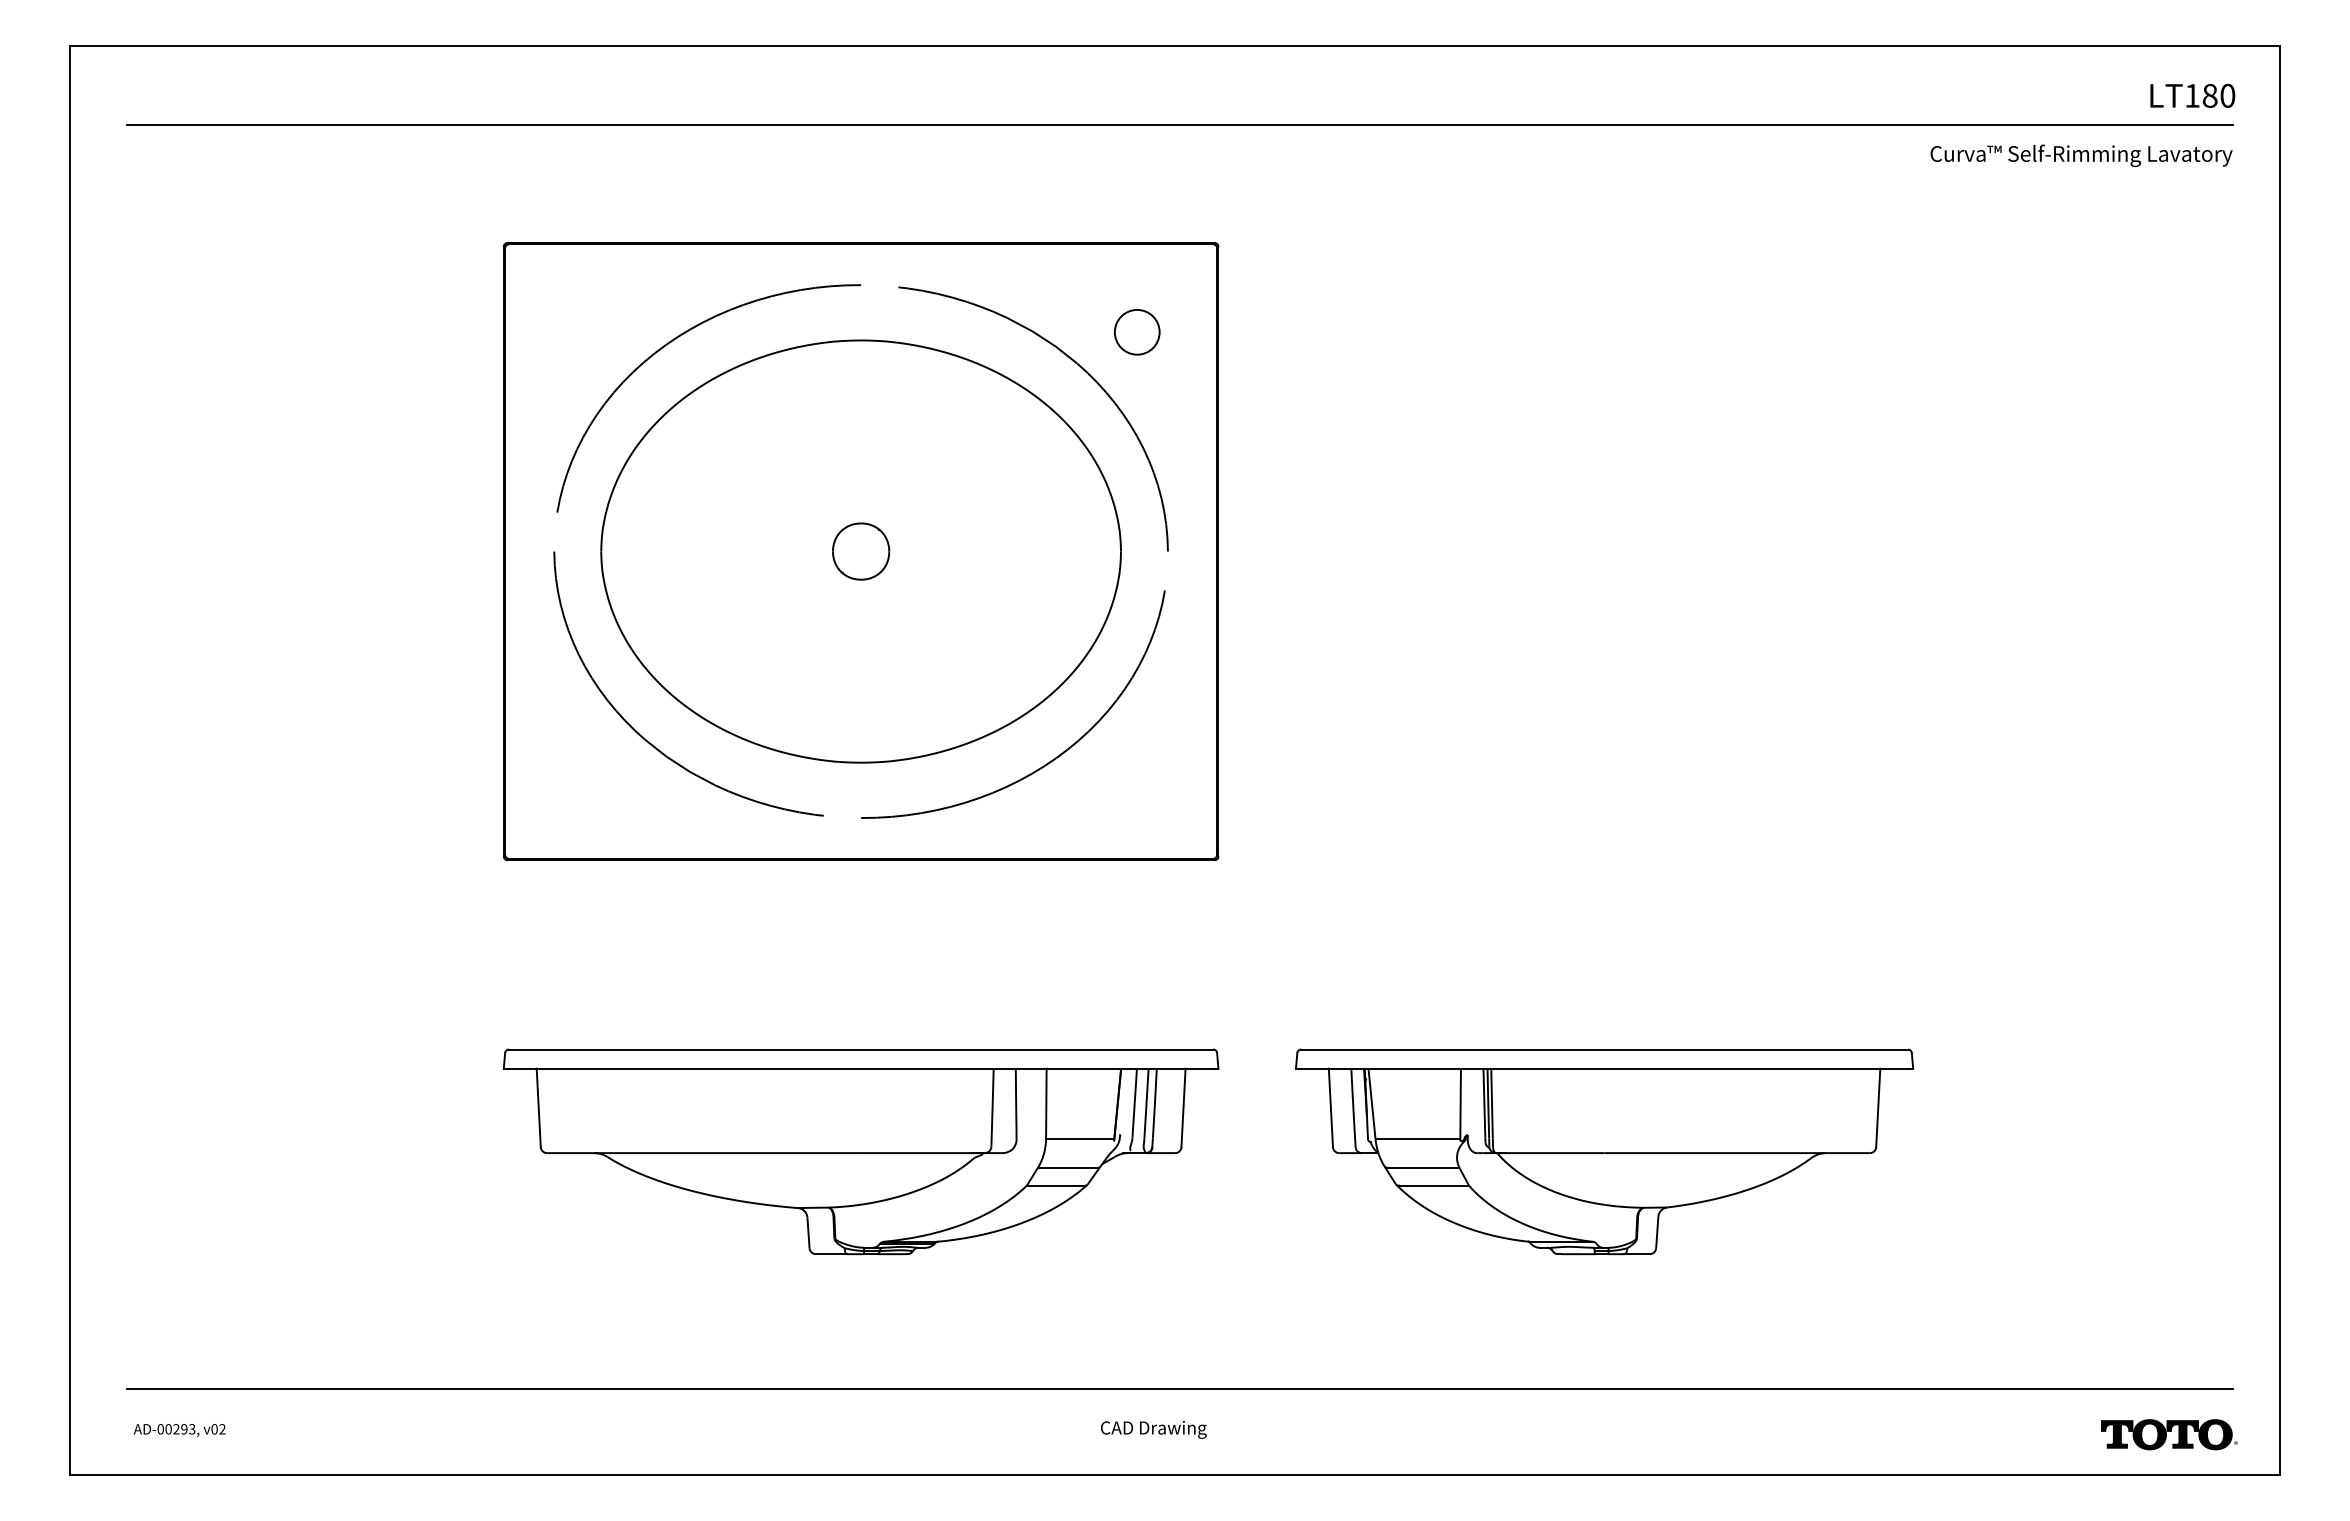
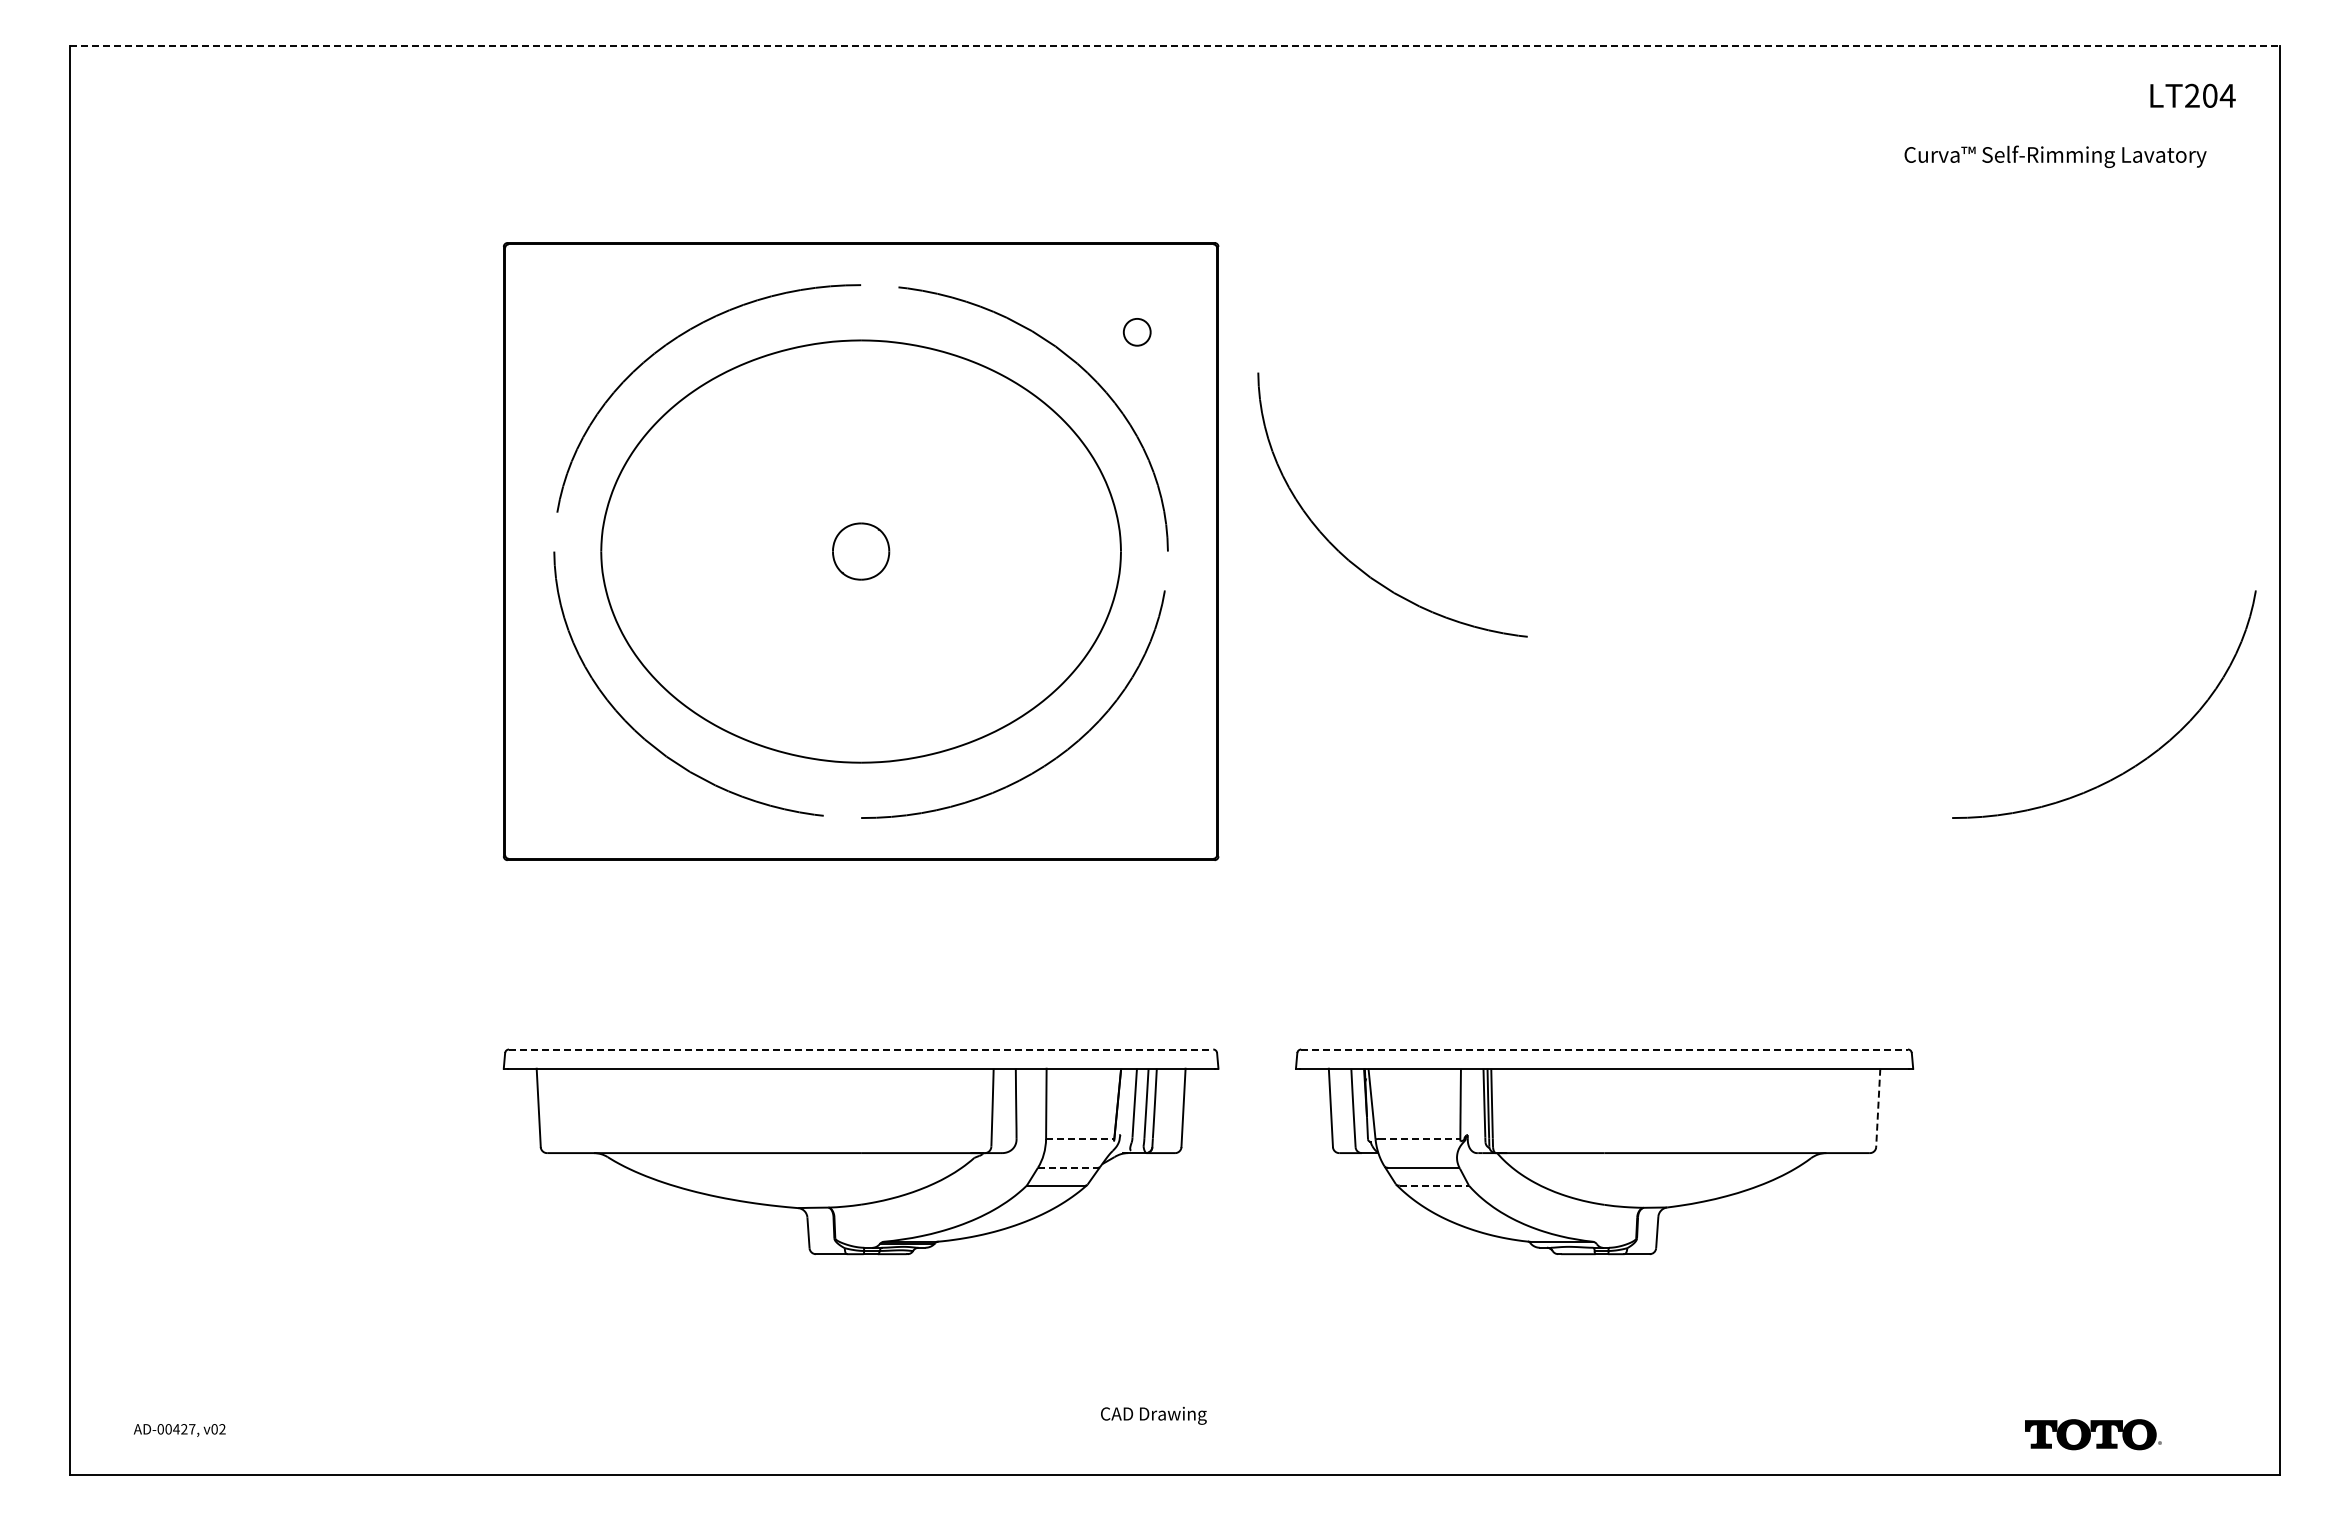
line at (1174, 45): solid -> dashed
text at (2210, 95): LT180 -> LT204
line at (1179, 125): present -> none
text at (2081, 155) position: (2081, 155) -> (2055, 156)
circle at (1136, 331) diameter: 45 px -> 27 px
curve at (1347, 557): none -> present
curve at (2141, 760): none -> present
line at (861, 1049): solid -> dashed
line at (1605, 1049): solid -> dashed
line at (1878, 1108): solid -> dashed
line at (1080, 1138): solid -> dashed
line at (1419, 1138): solid -> dashed
line at (1067, 1167): solid -> dashed
line at (1434, 1185): solid -> dashed
line at (1179, 1389): present -> none
text at (184, 1429): AD-00293, -> AD-00427,
text at (1153, 1429) position: (1153, 1429) -> (1153, 1415)
part at (2169, 1434) position: (2169, 1434) -> (2093, 1434)
